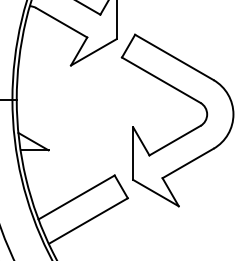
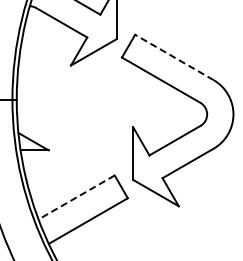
line at (173, 57): solid -> dashed
line at (76, 197): solid -> dashed
